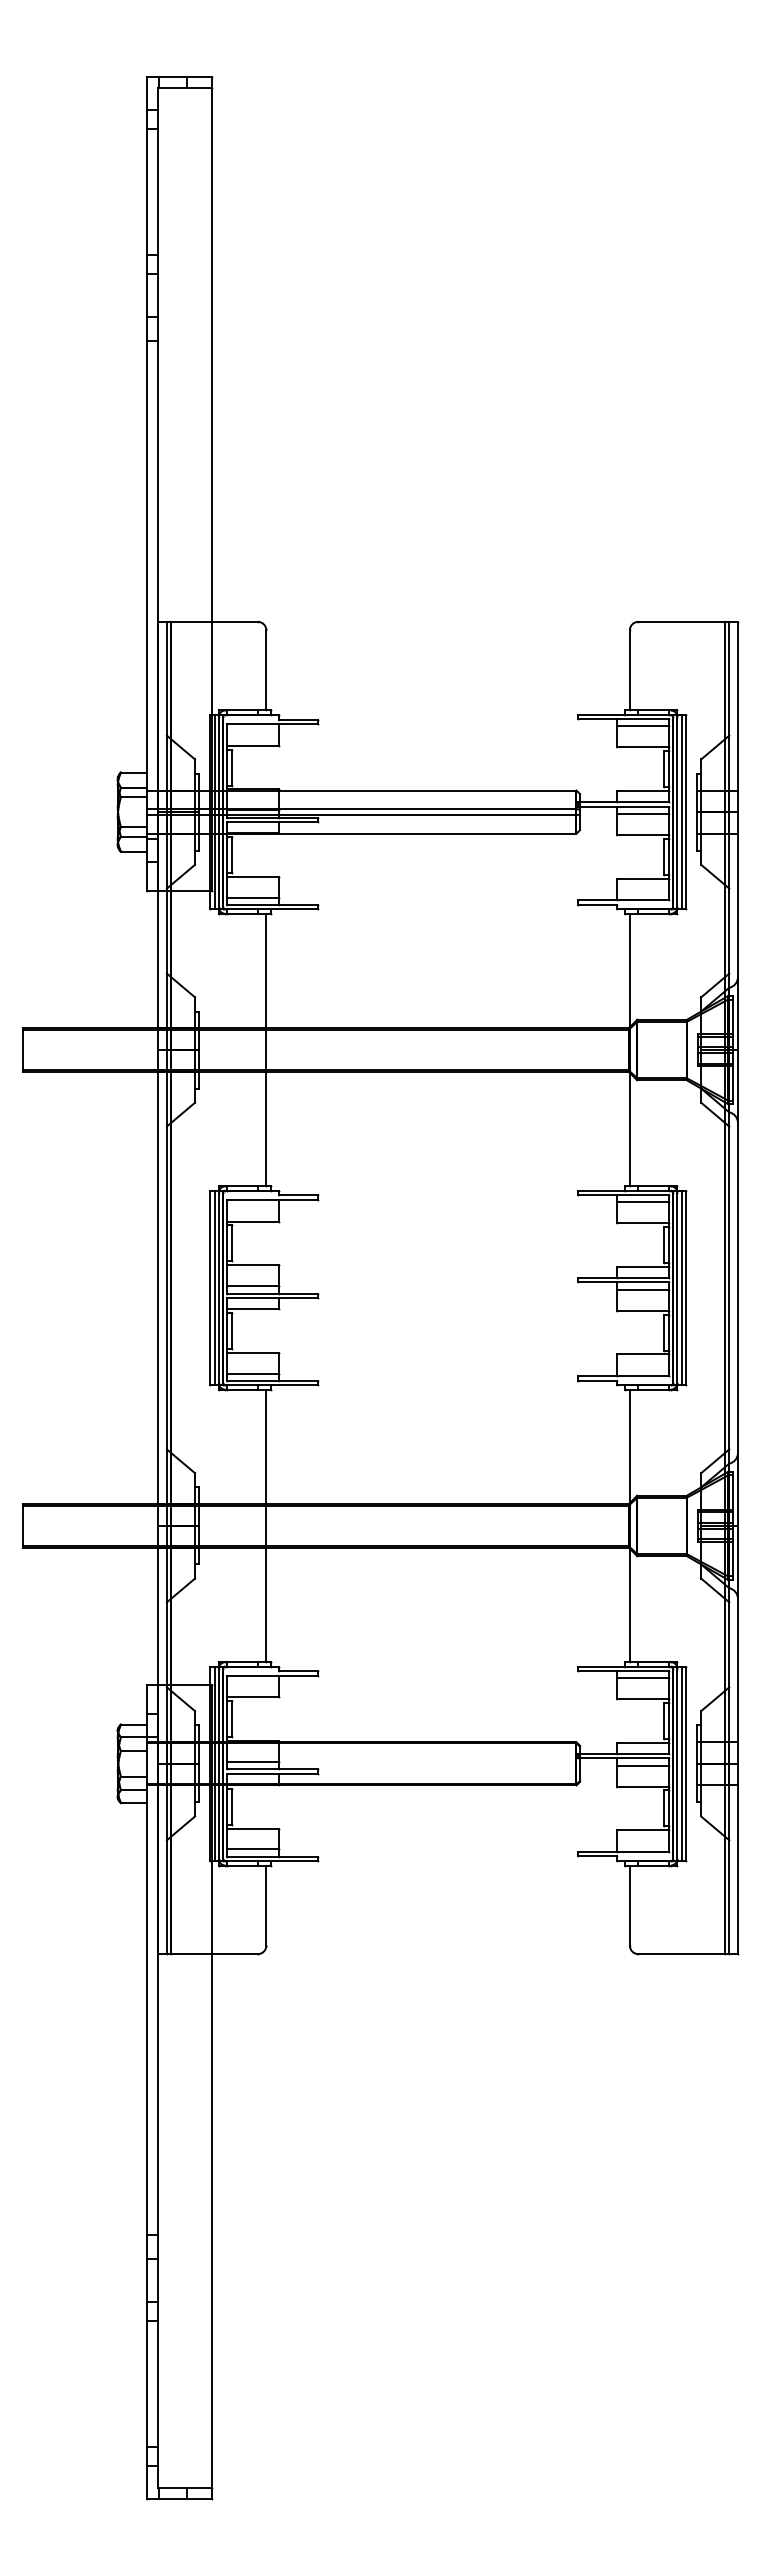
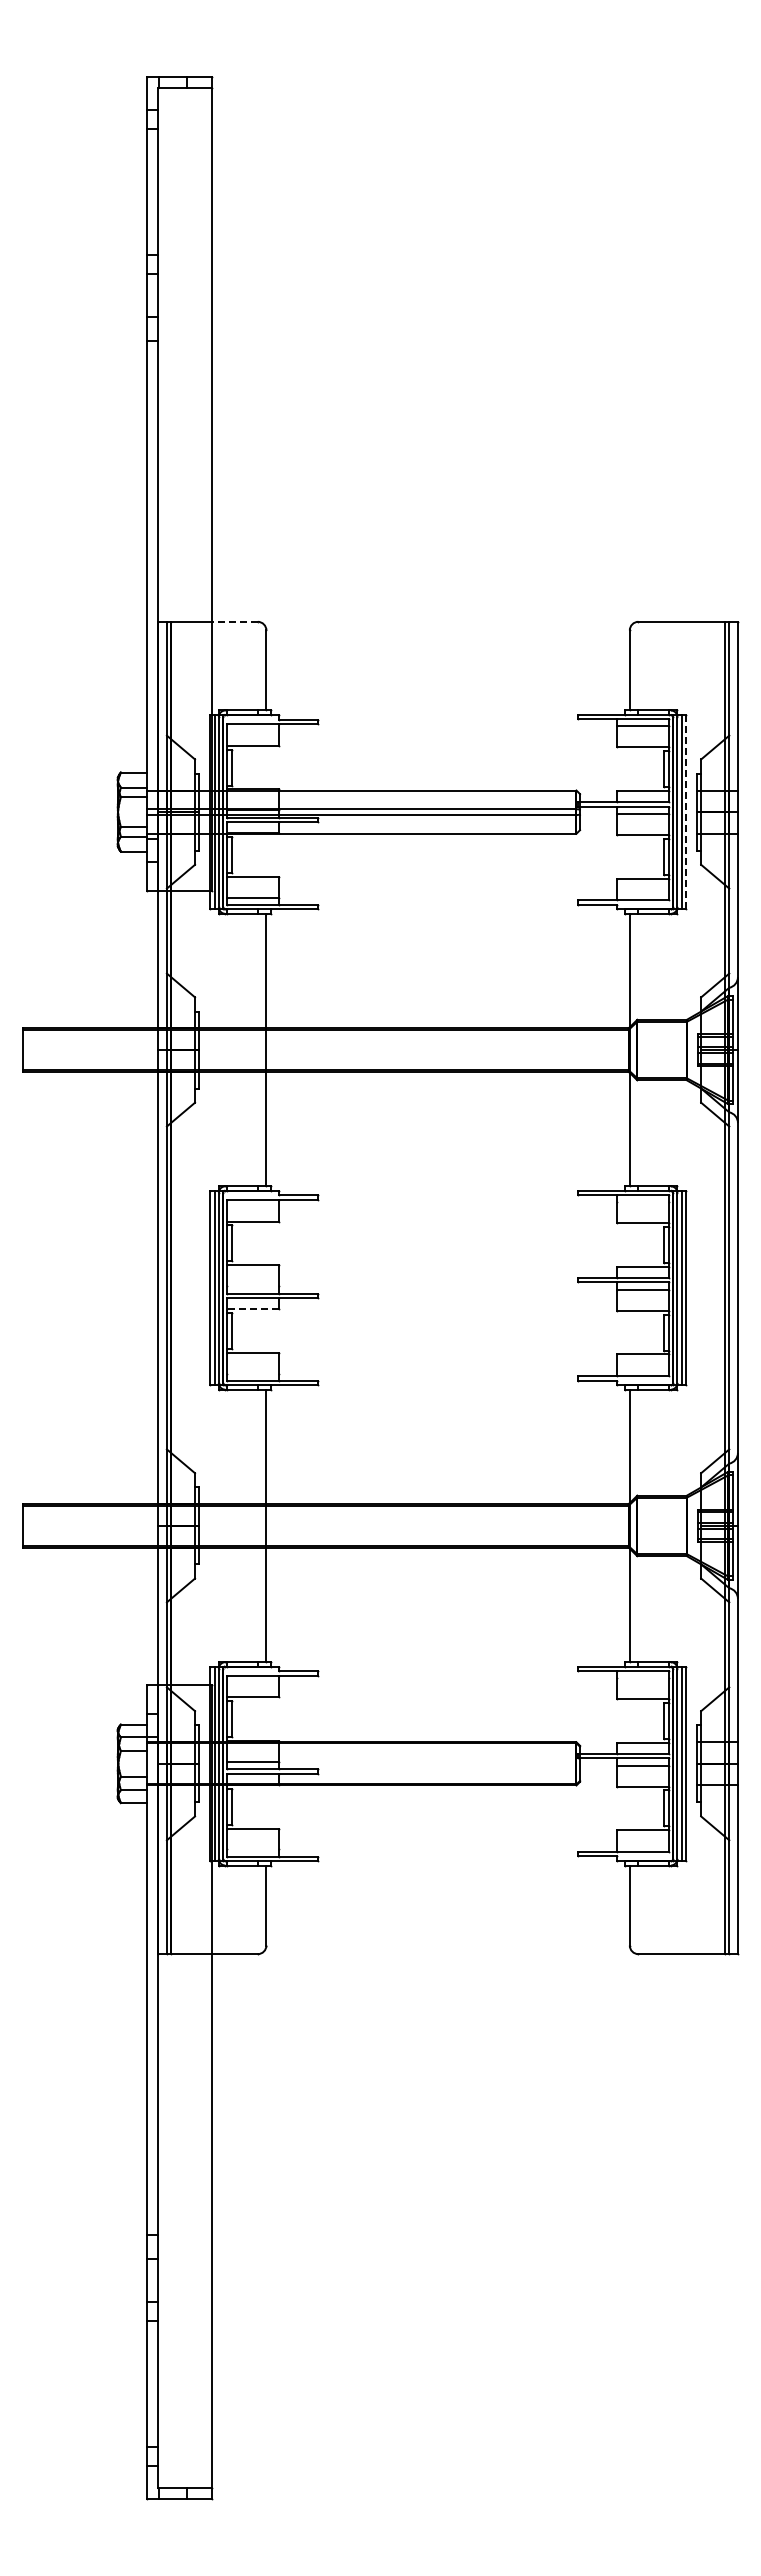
line at (235, 621): solid -> dashed
line at (686, 811): solid -> dashed
line at (642, 1202): present -> none
line at (253, 1286): present -> none
line at (253, 1308): solid -> dashed
line at (253, 1373): present -> none
line at (642, 1678): present -> none
line at (253, 1849): present -> none
